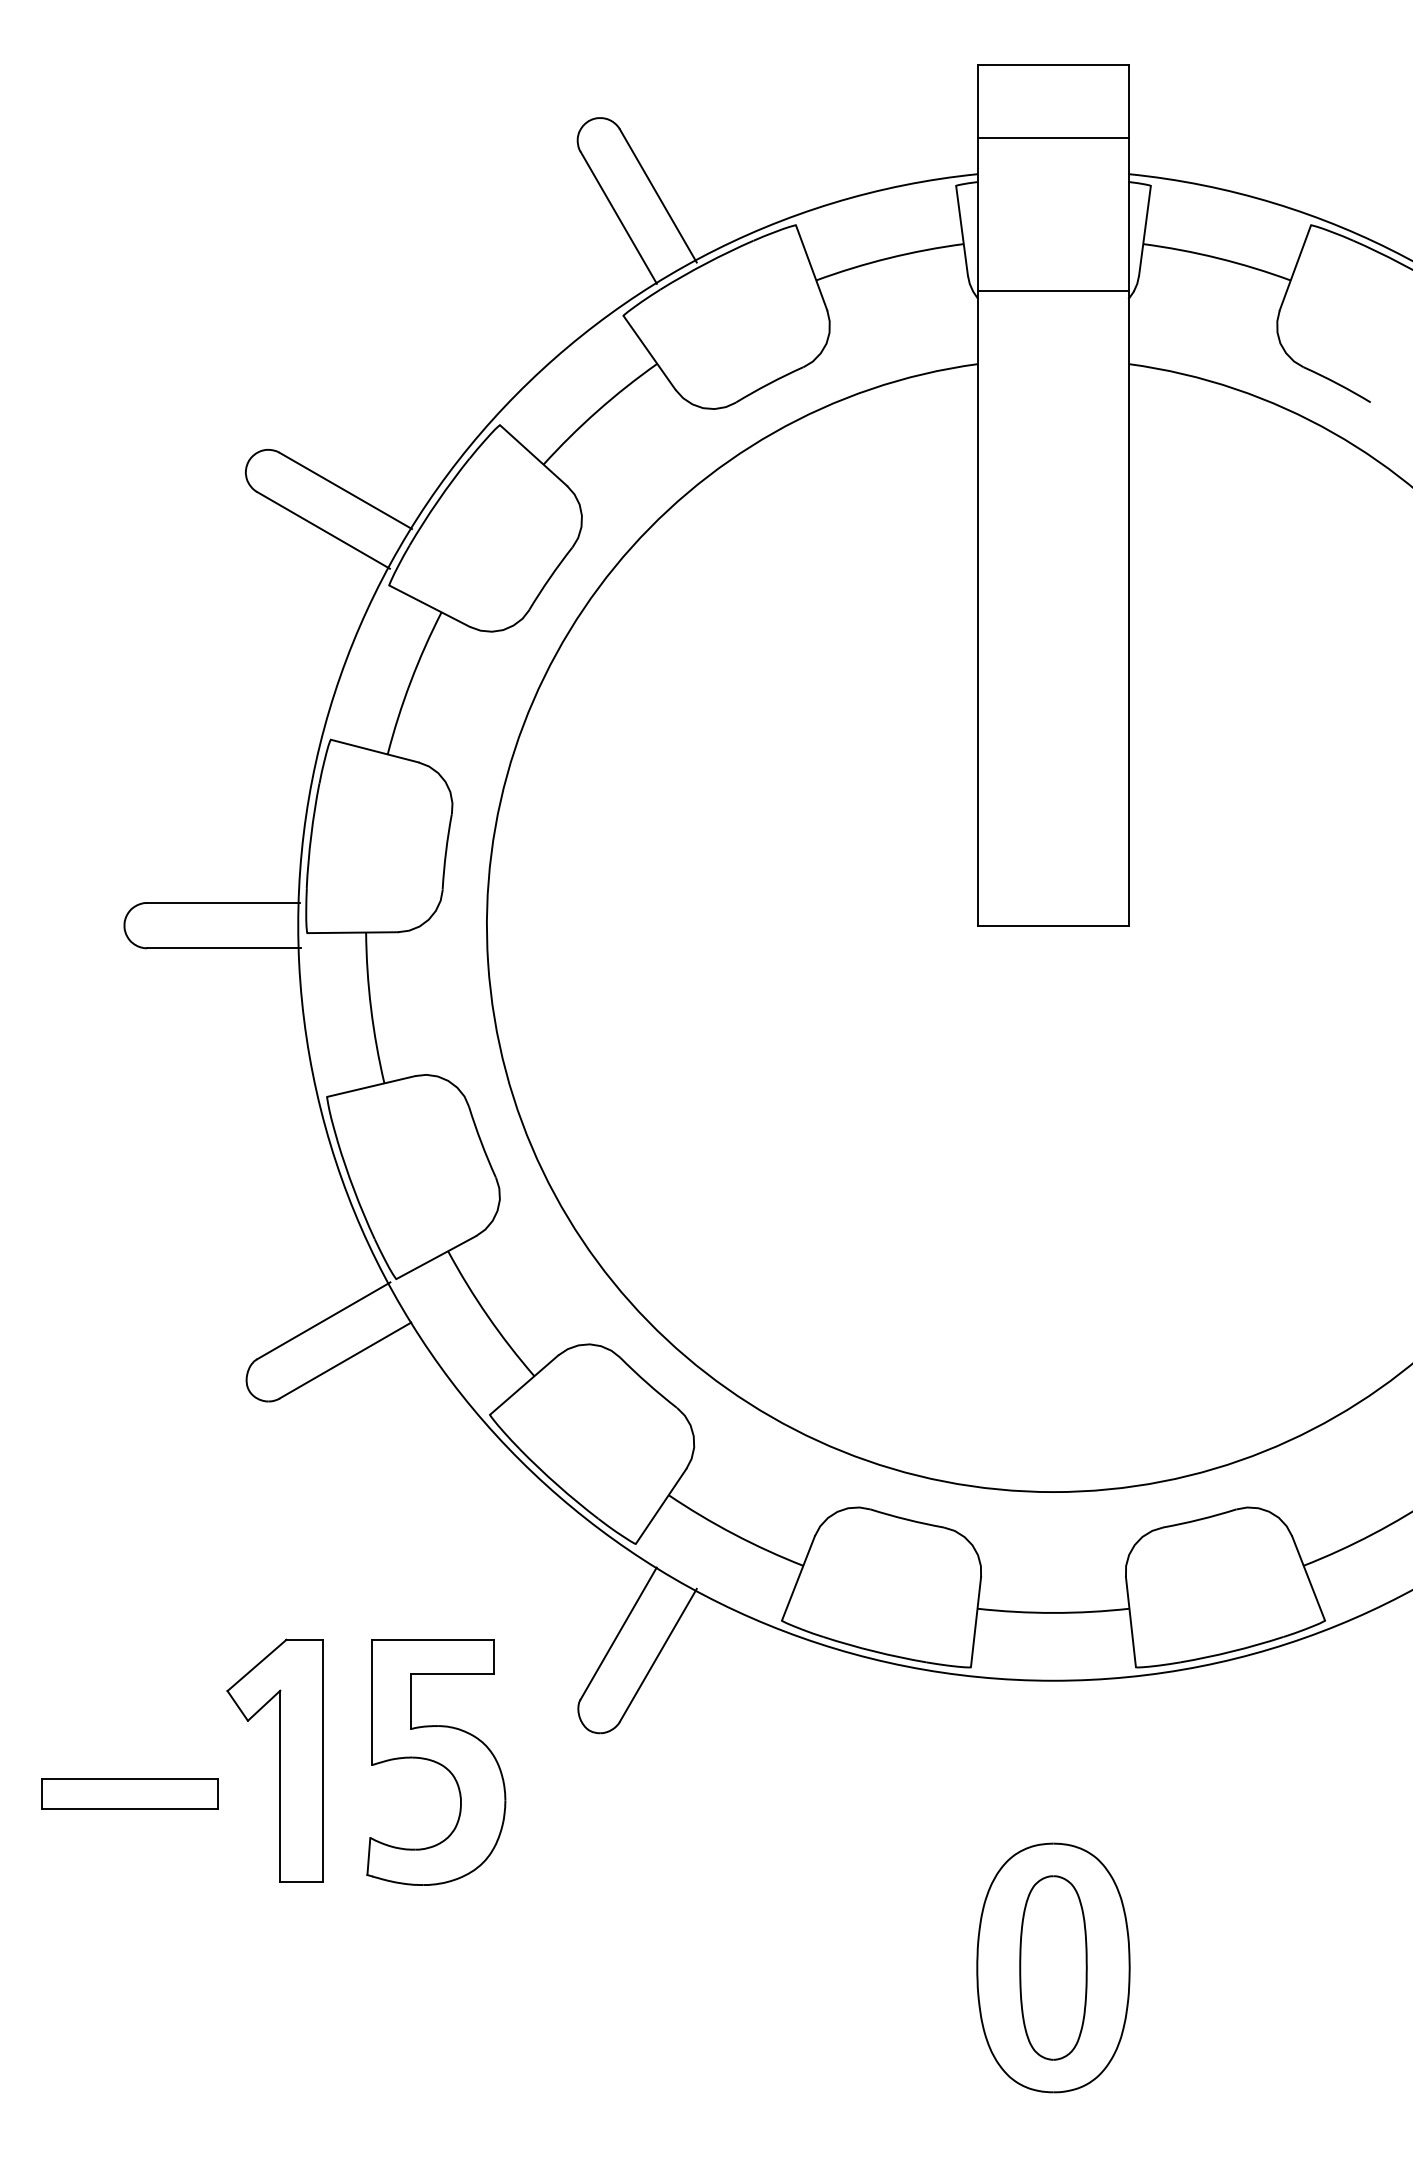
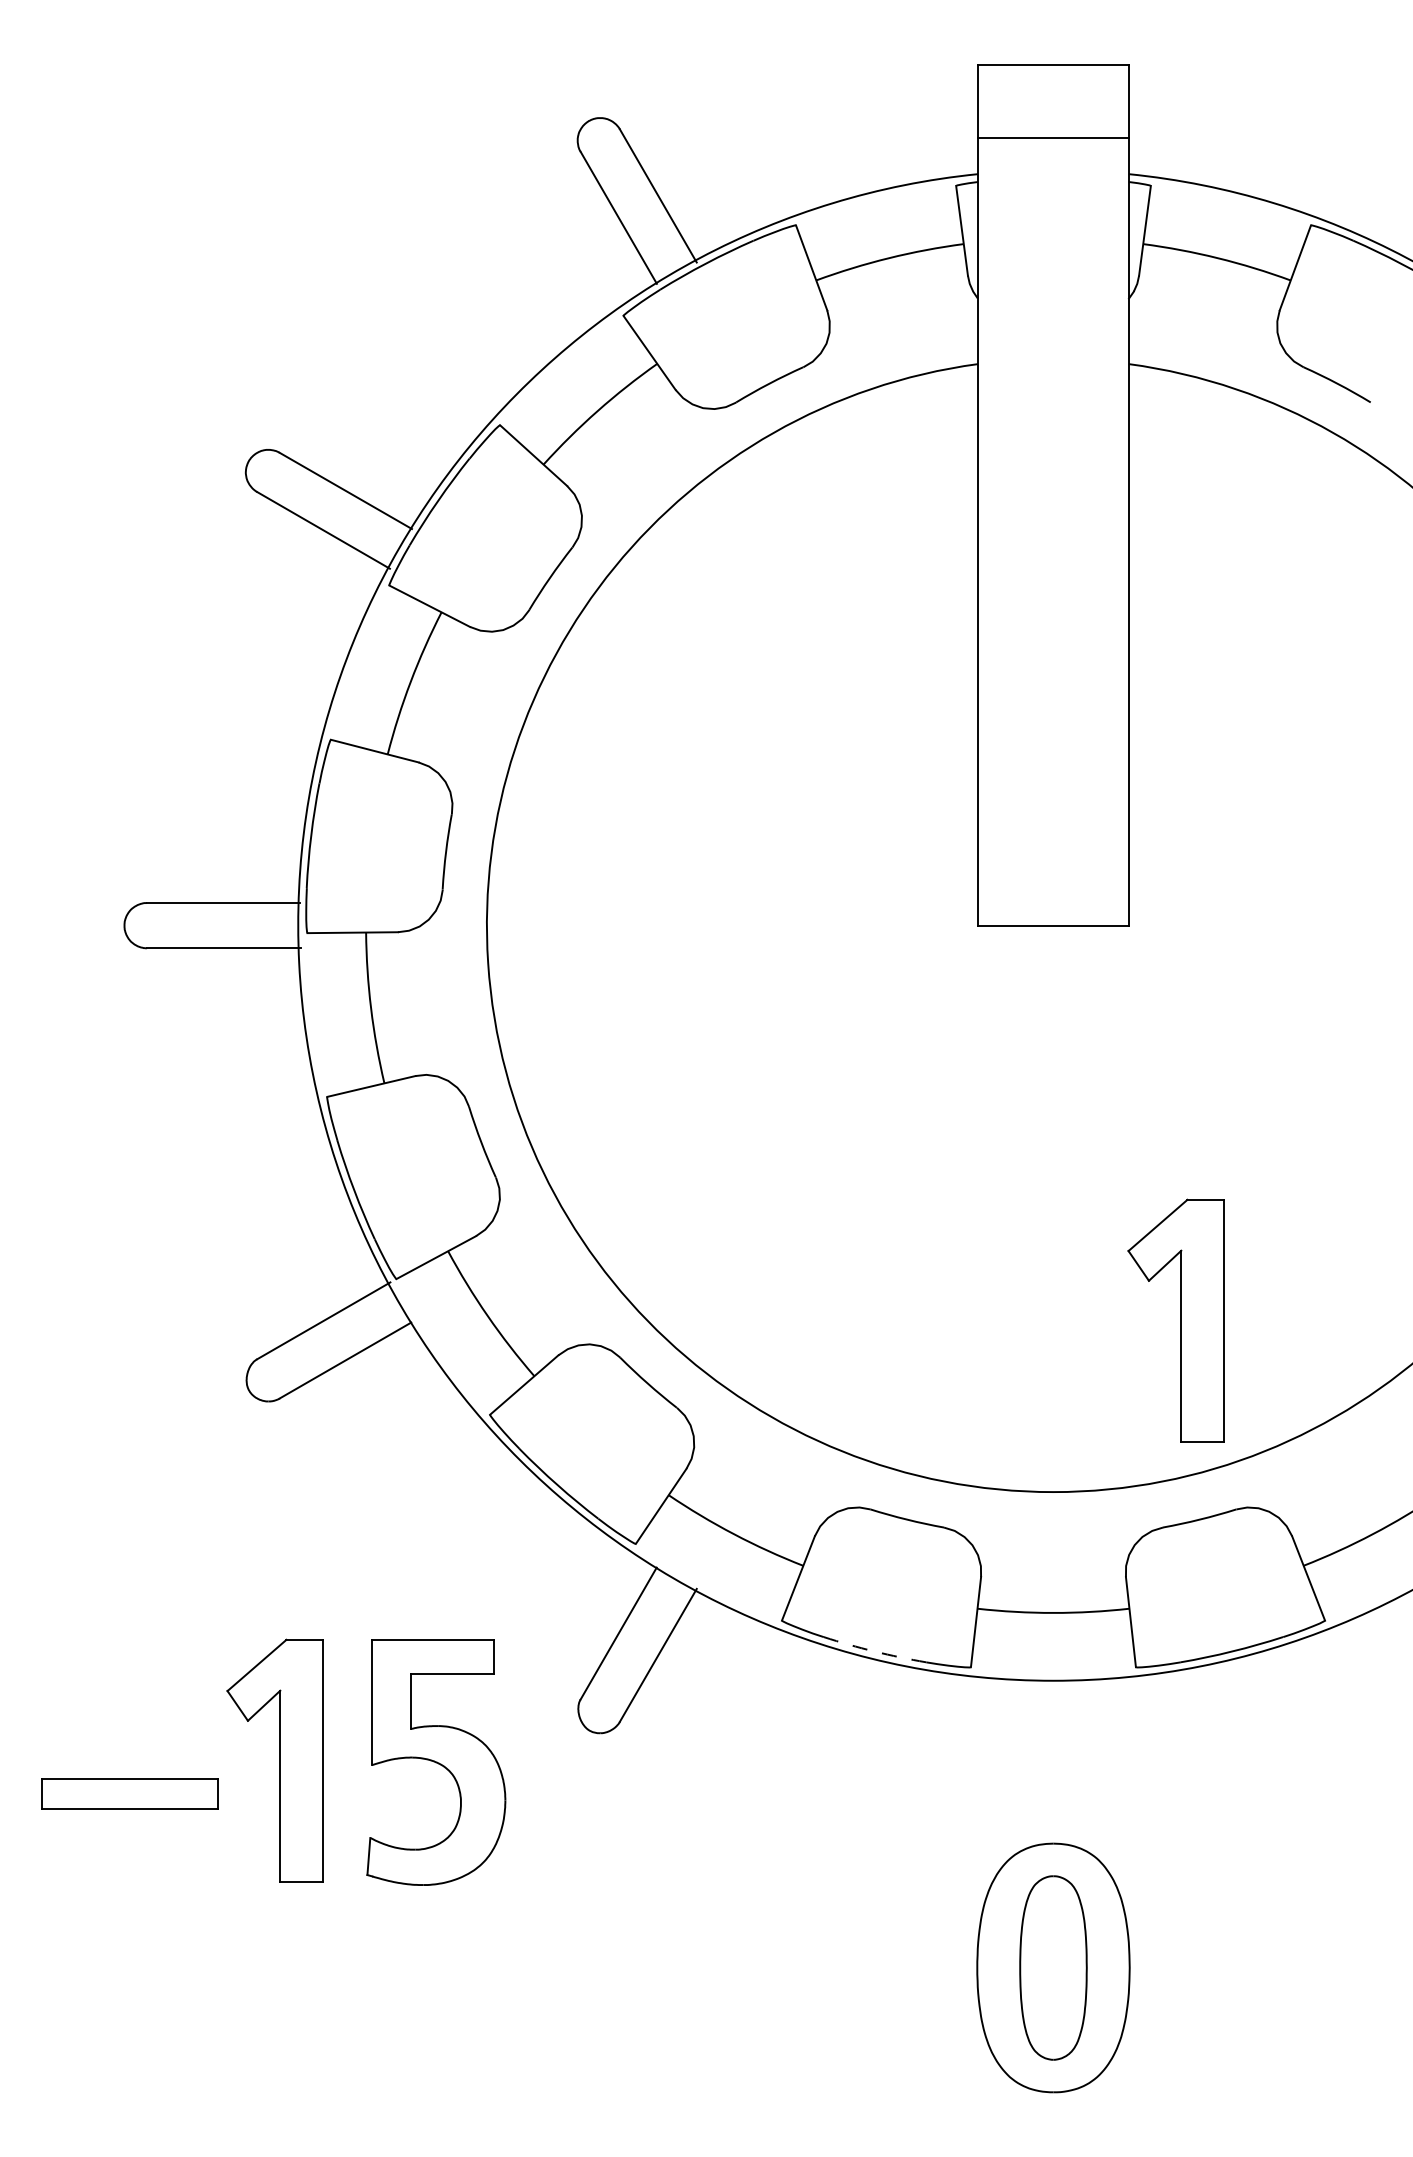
line at (1052, 291): present -> none
part at (1175, 1320): none -> present
arc at (874, 1651): solid -> dashed
